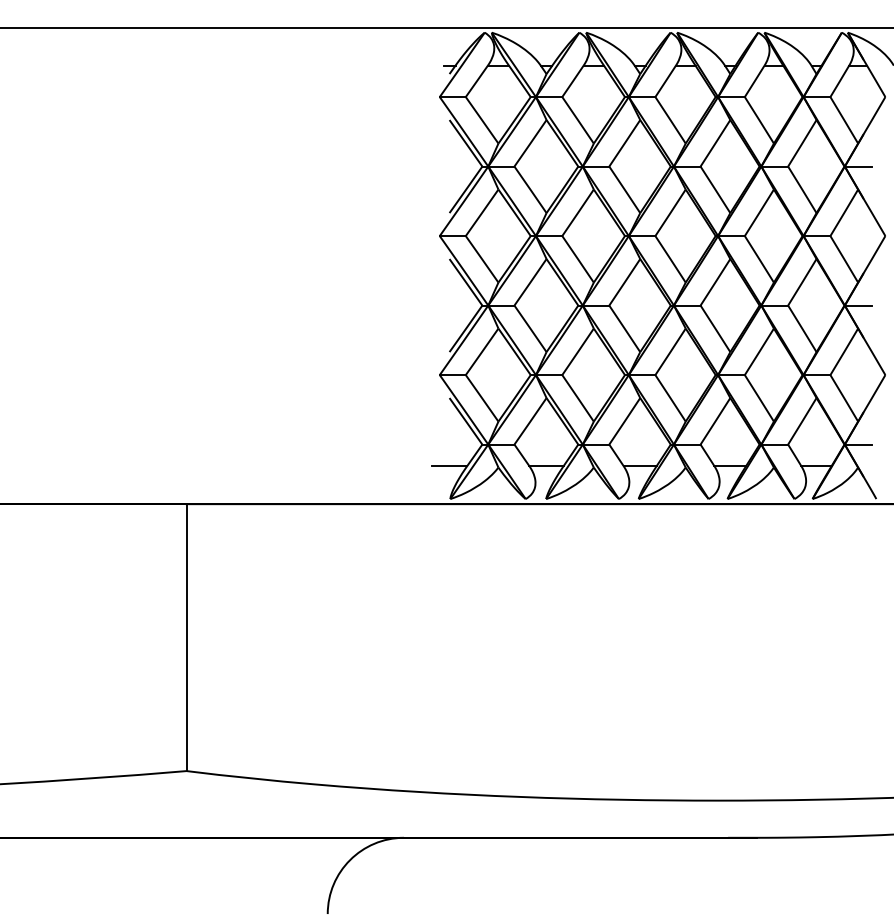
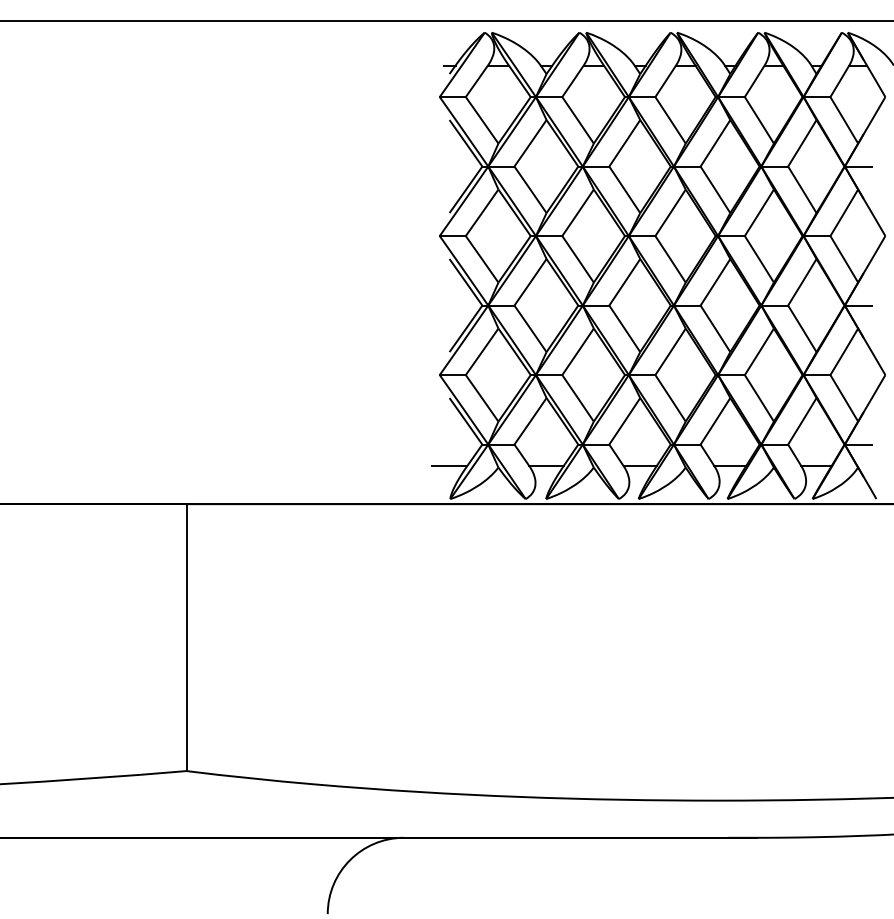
line at (446, 27) position: (446, 27) -> (446, 20)
